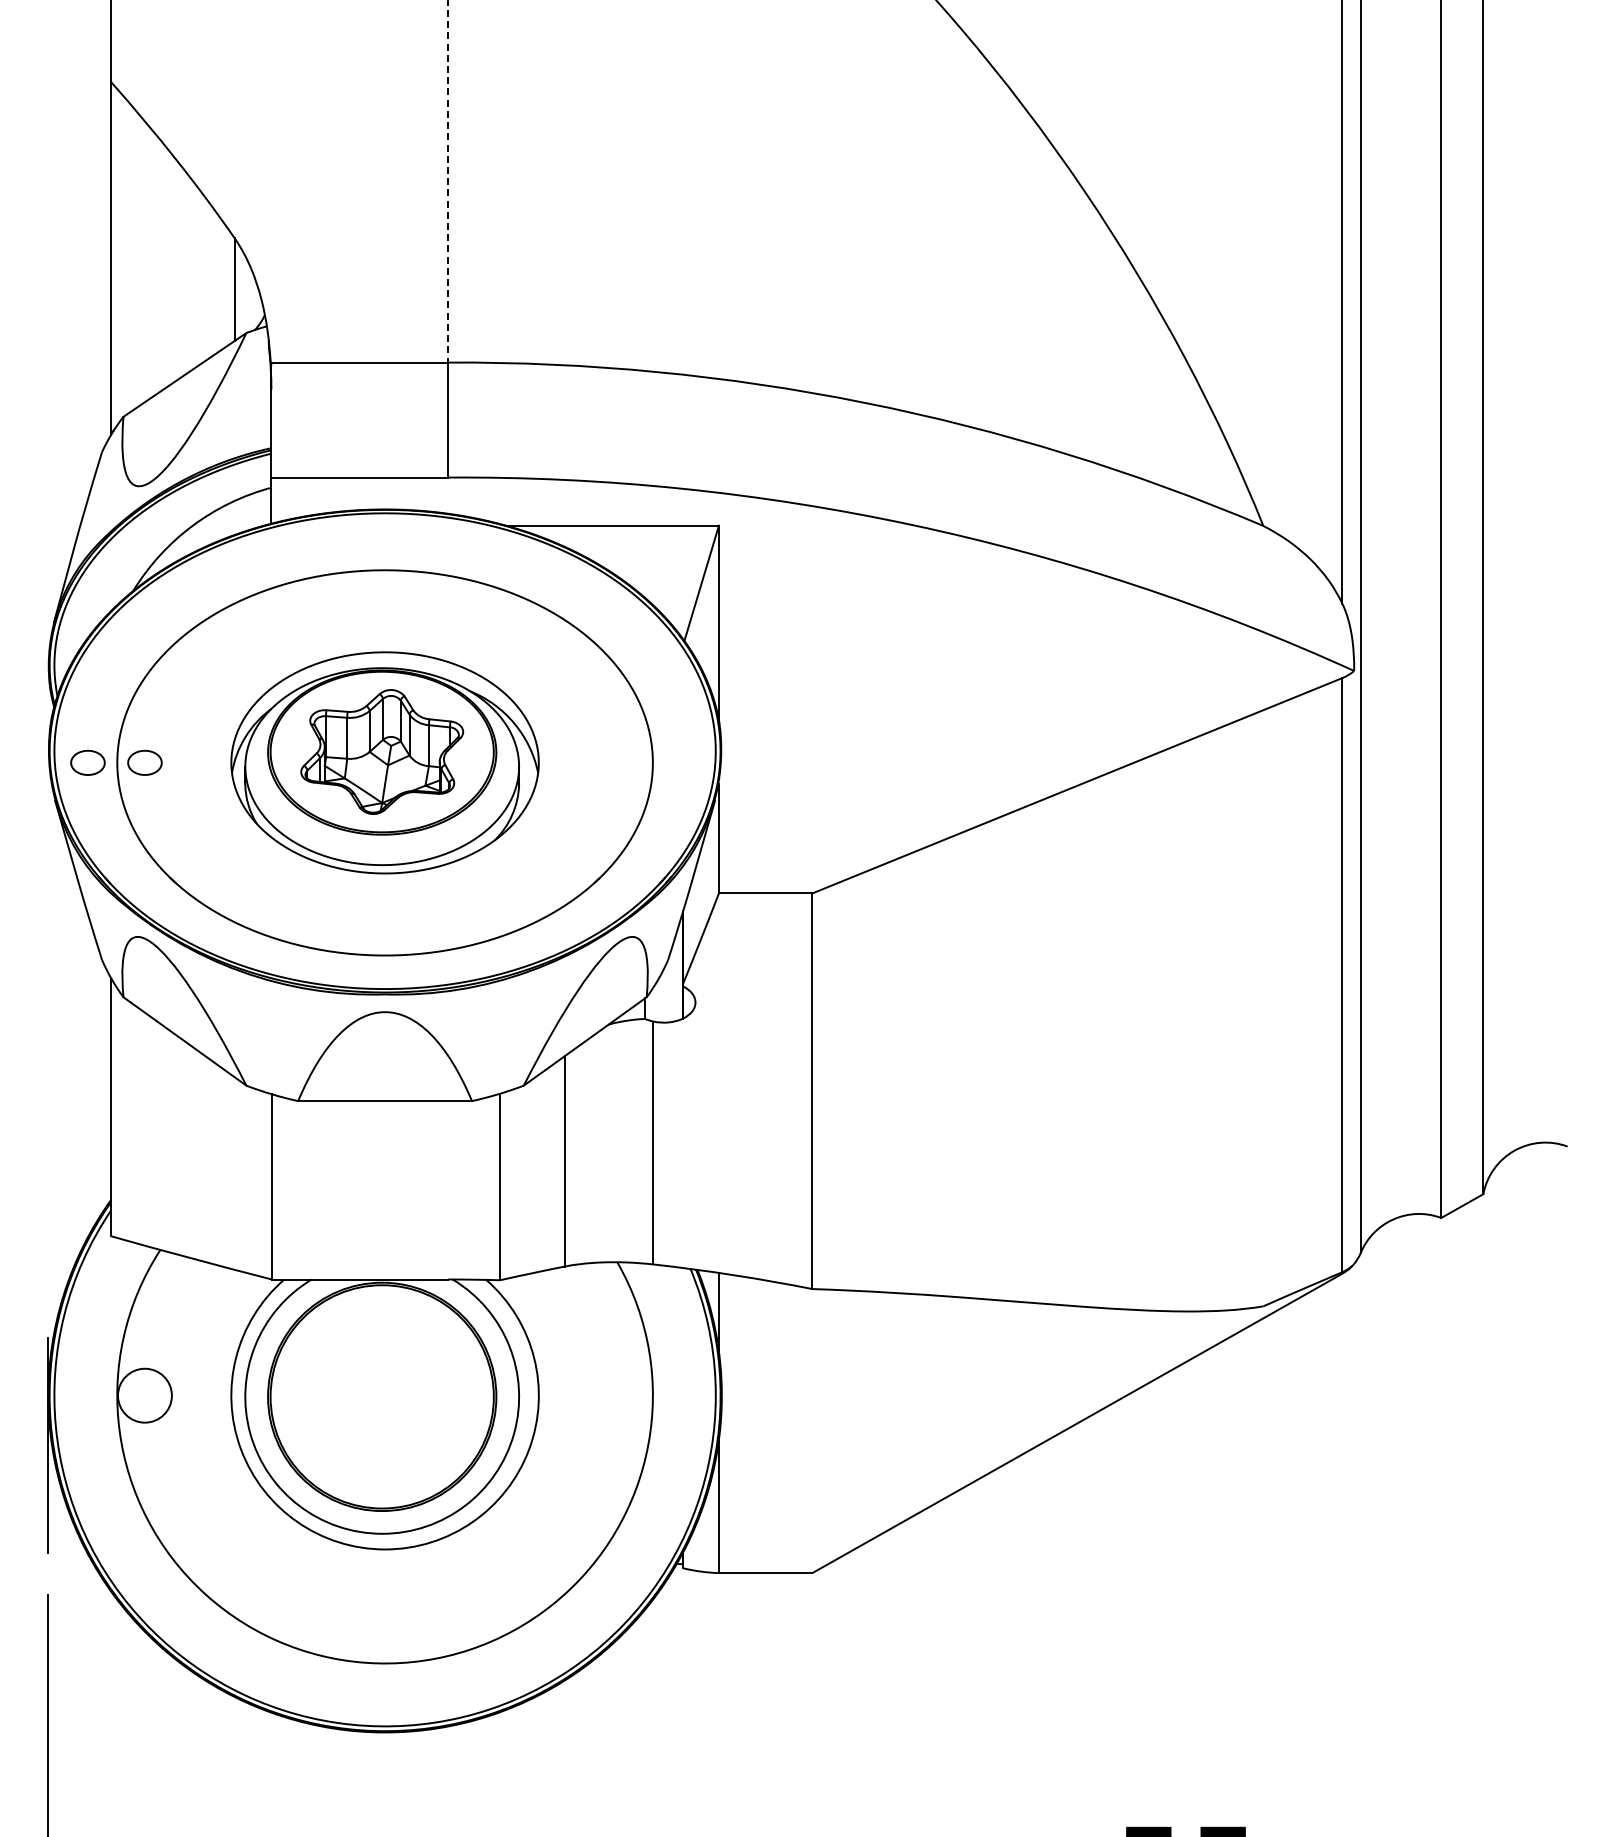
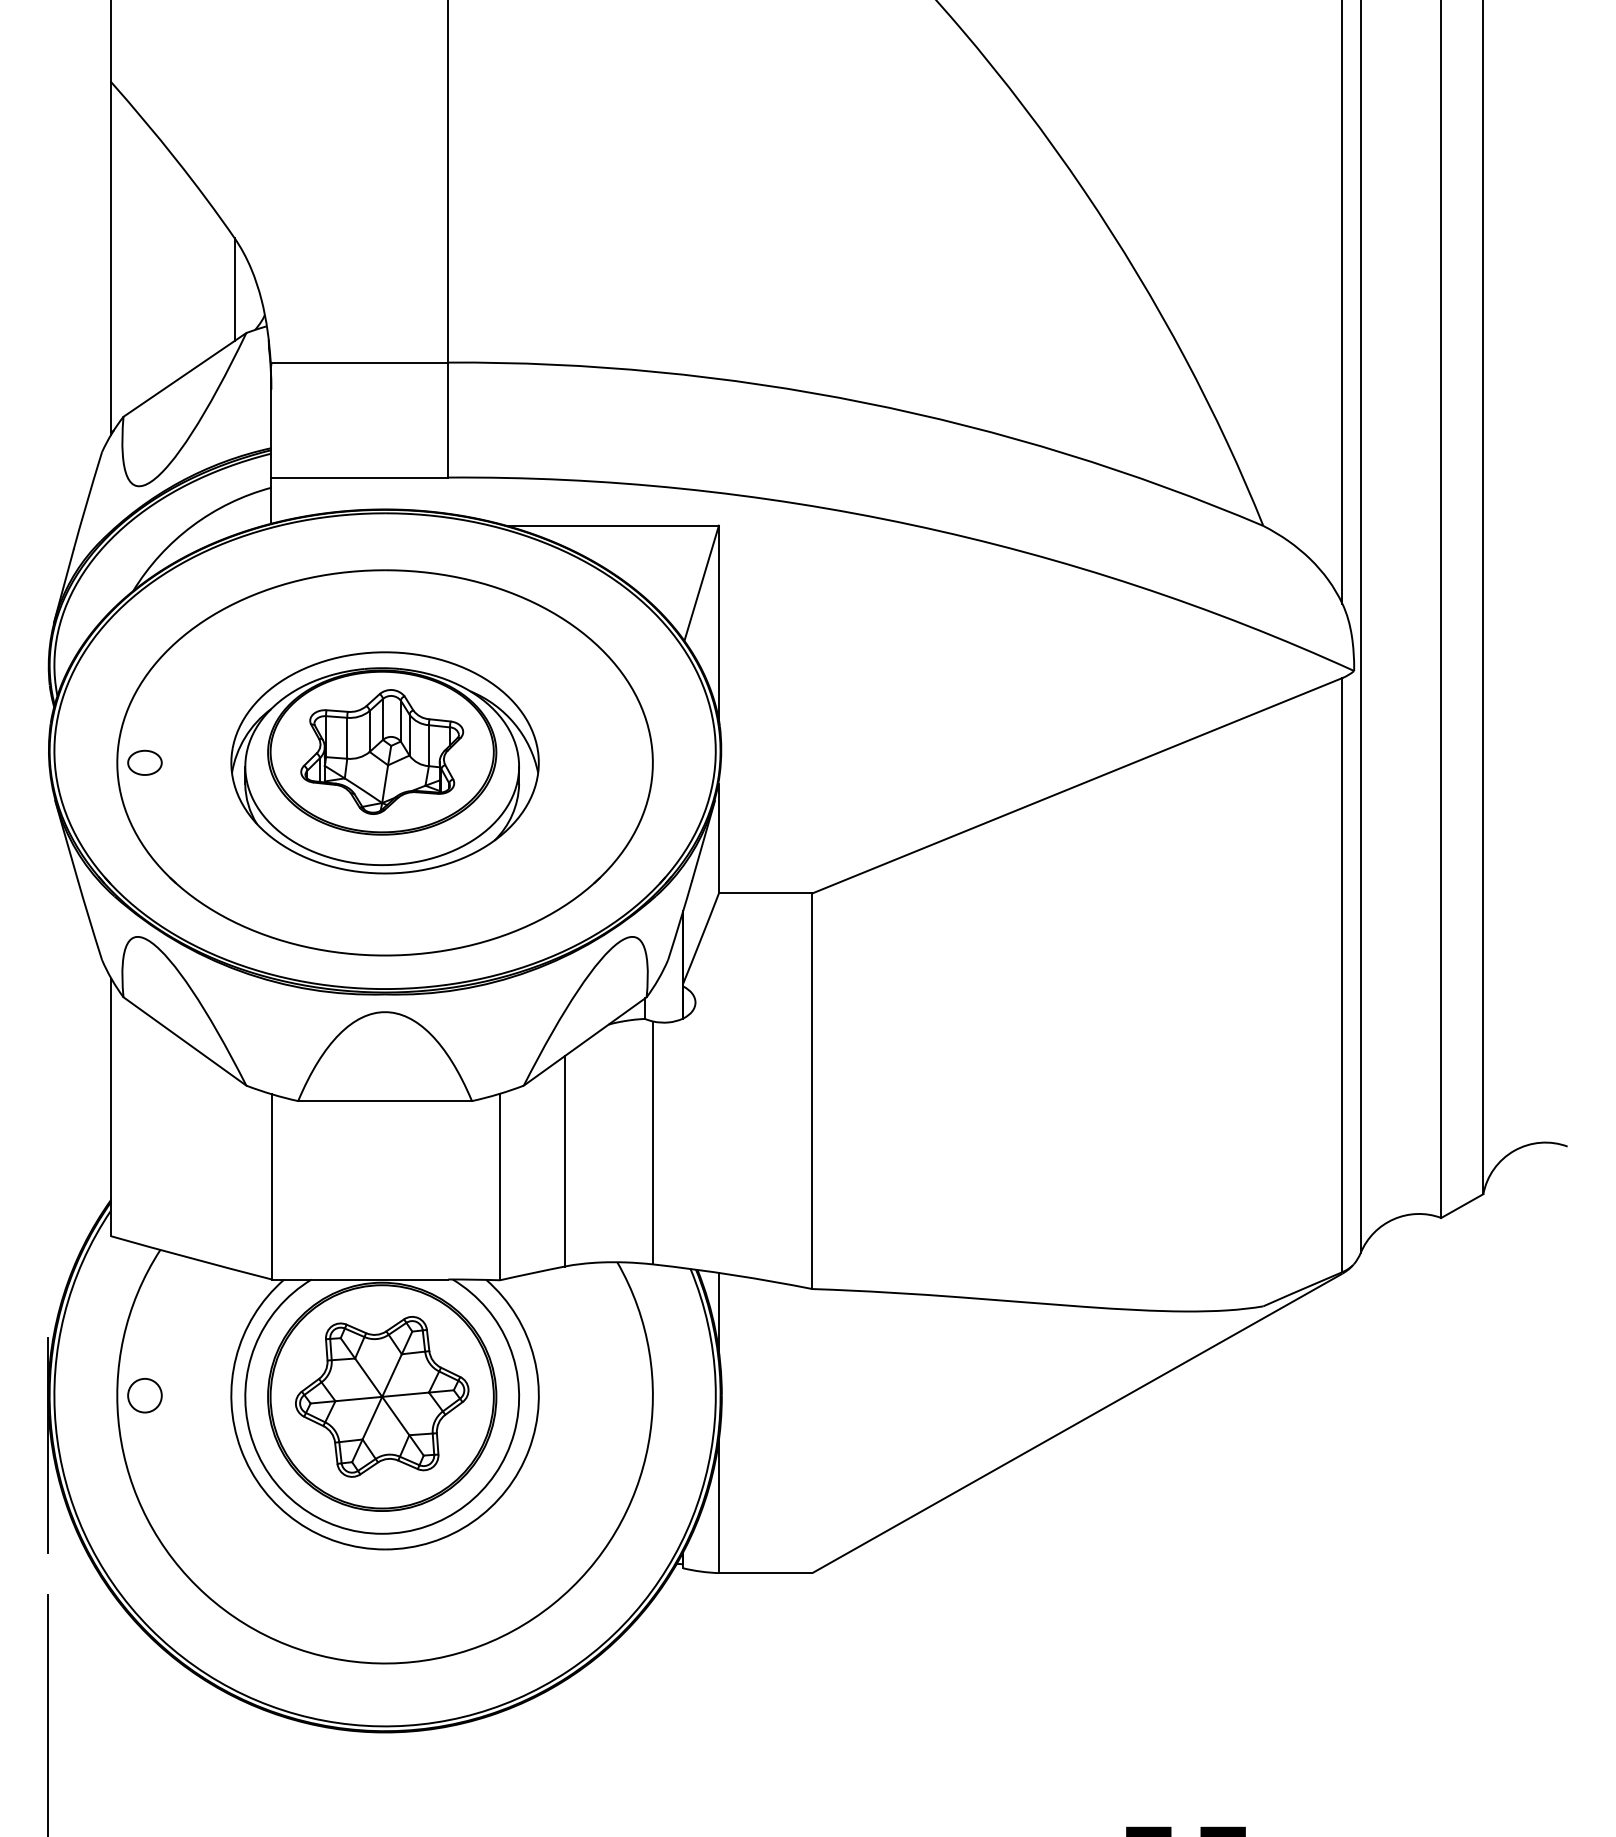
line at (448, 181): dashed -> solid
part at (87, 762): present -> none
circle at (144, 1395) diameter: 54 px -> 34 px
part at (382, 1396): none -> present
